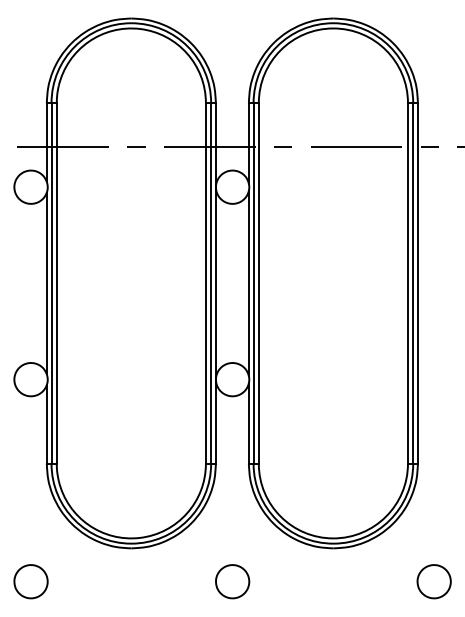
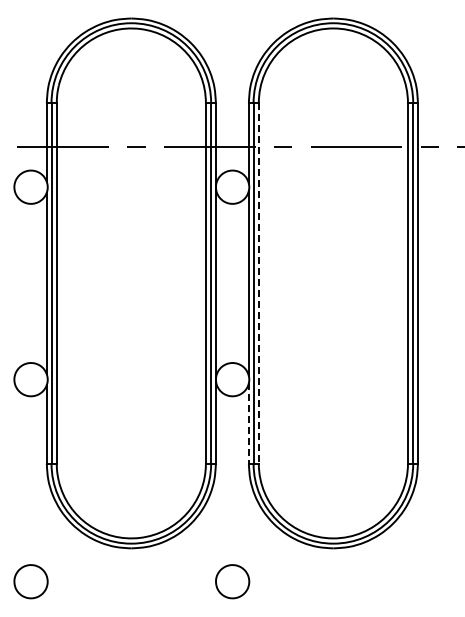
line at (258, 283): solid -> dashed
line at (248, 424): solid -> dashed
part at (433, 581): present -> none
